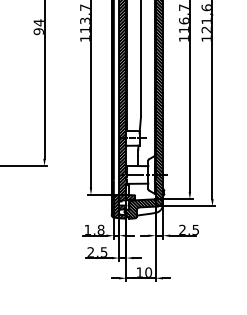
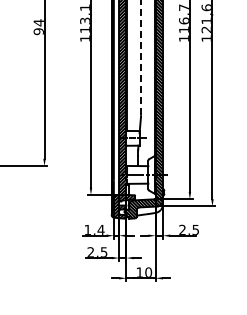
text at (84, 7): 113,7 -> 113,1
line at (141, 57): solid -> dashed
text at (100, 229): 1,8 -> 1,4
